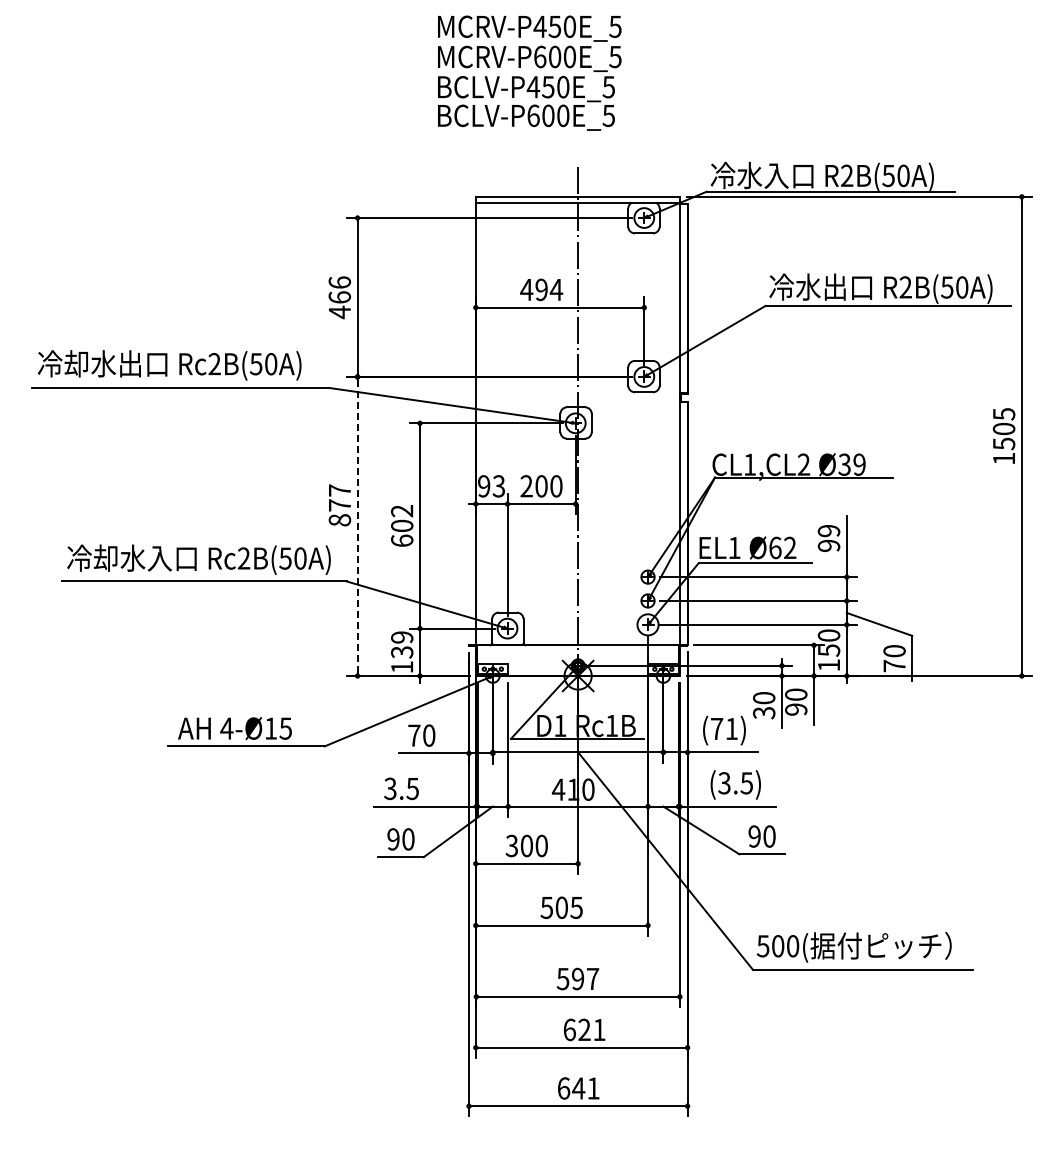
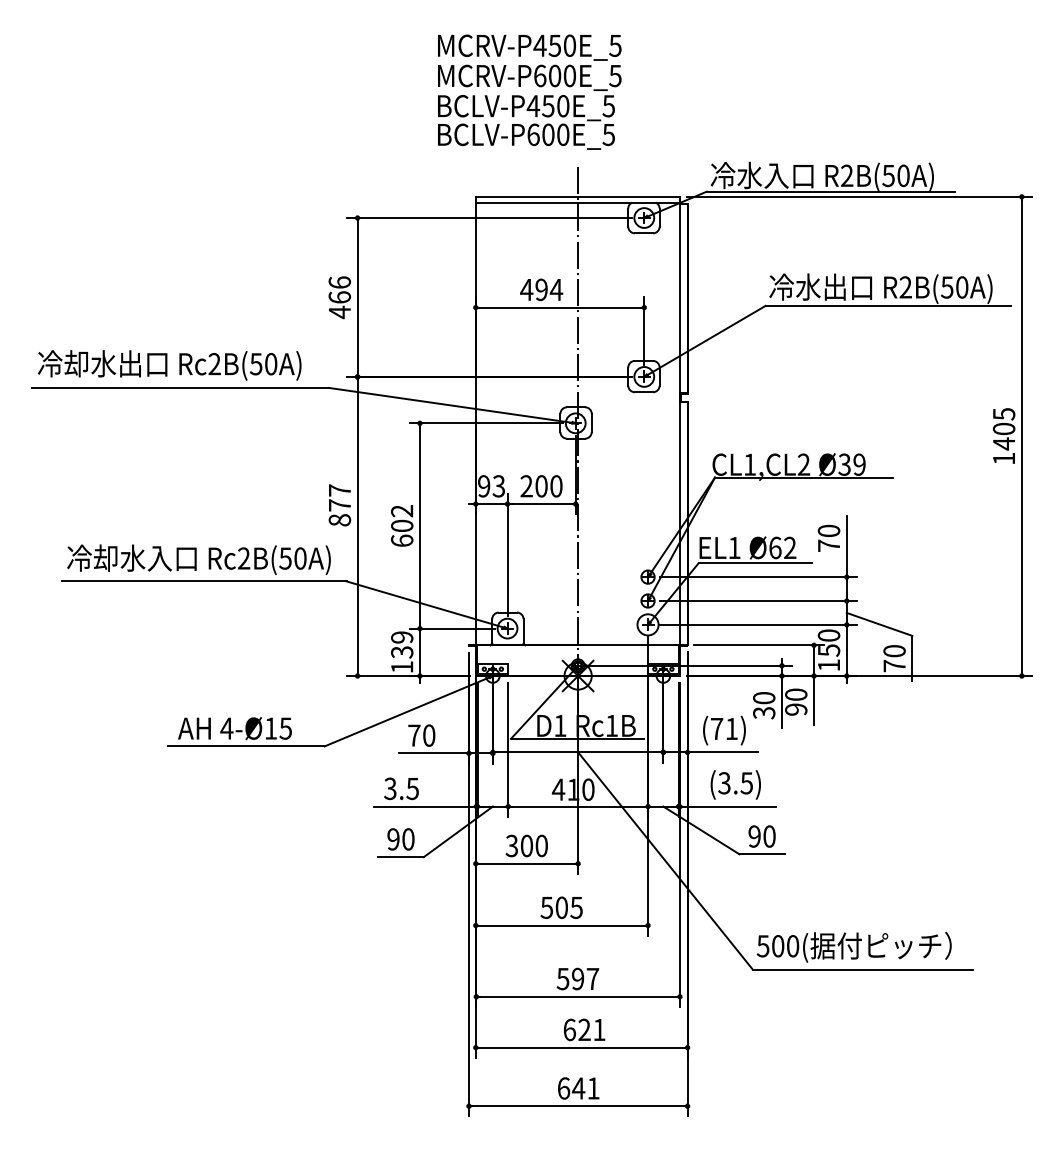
text at (529, 72) position: (529, 72) -> (529, 91)
text at (1004, 443): 1505 -> 1405
line at (357, 525): dashed -> solid
text at (828, 537): 99 -> 70
